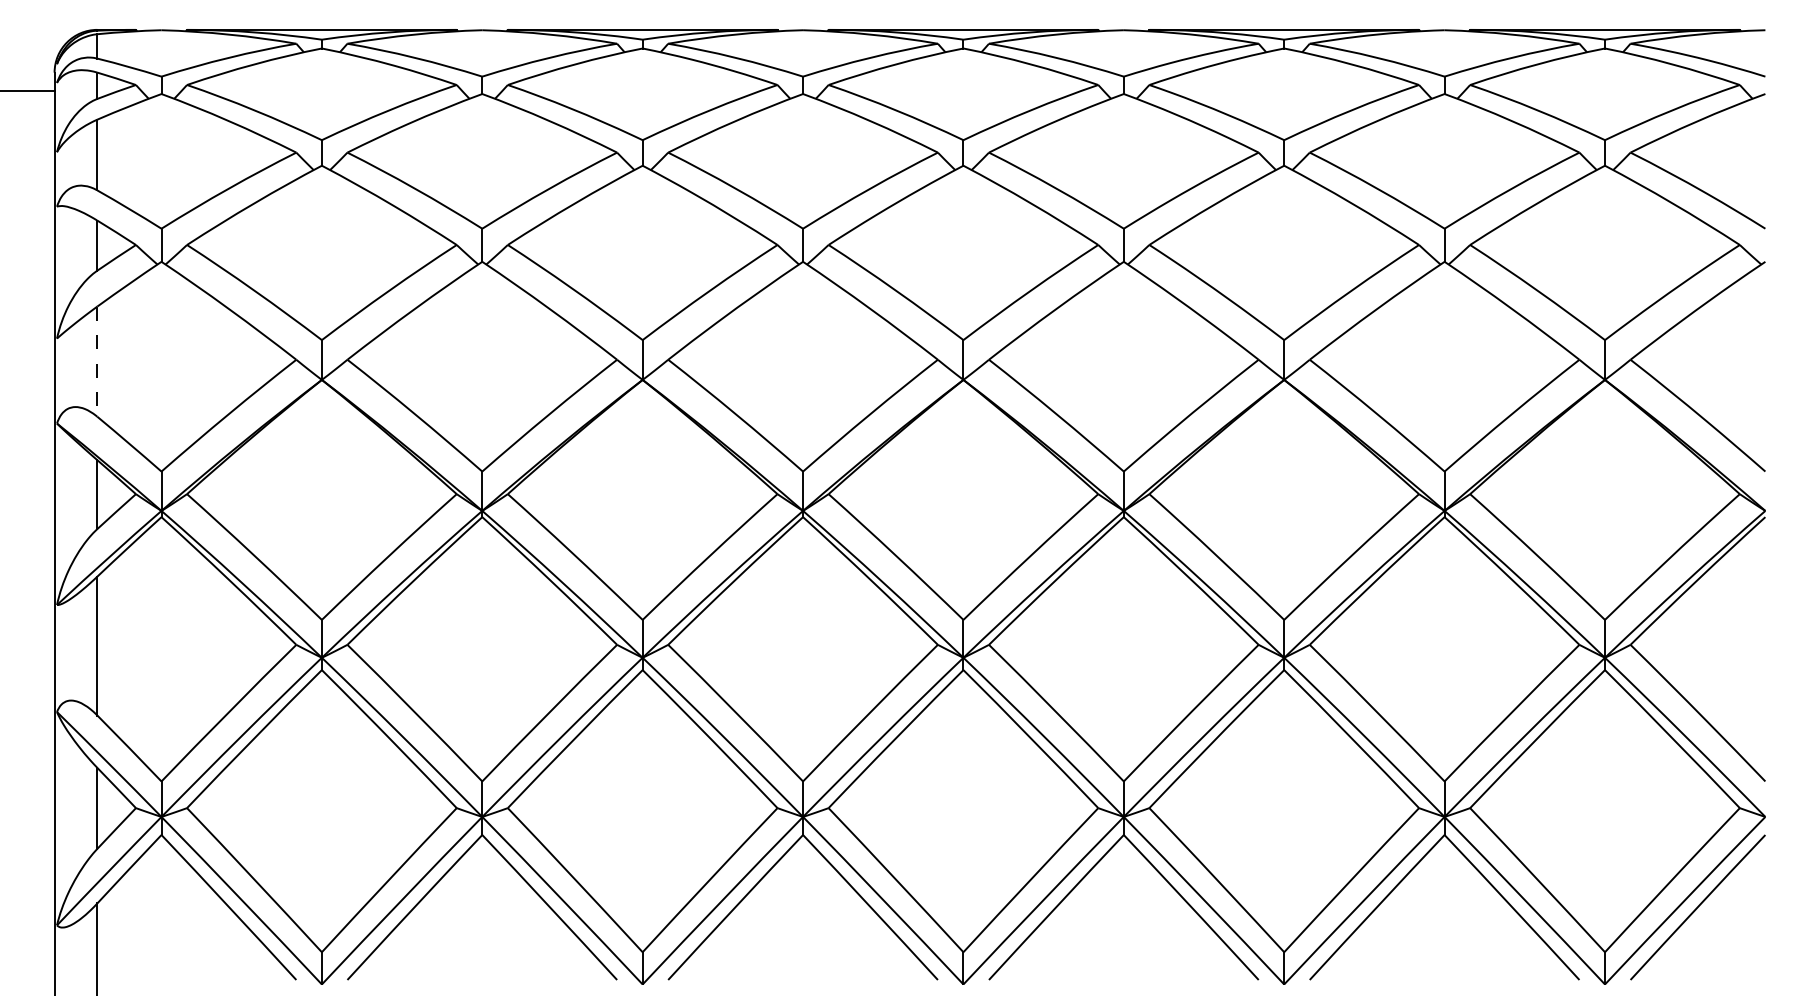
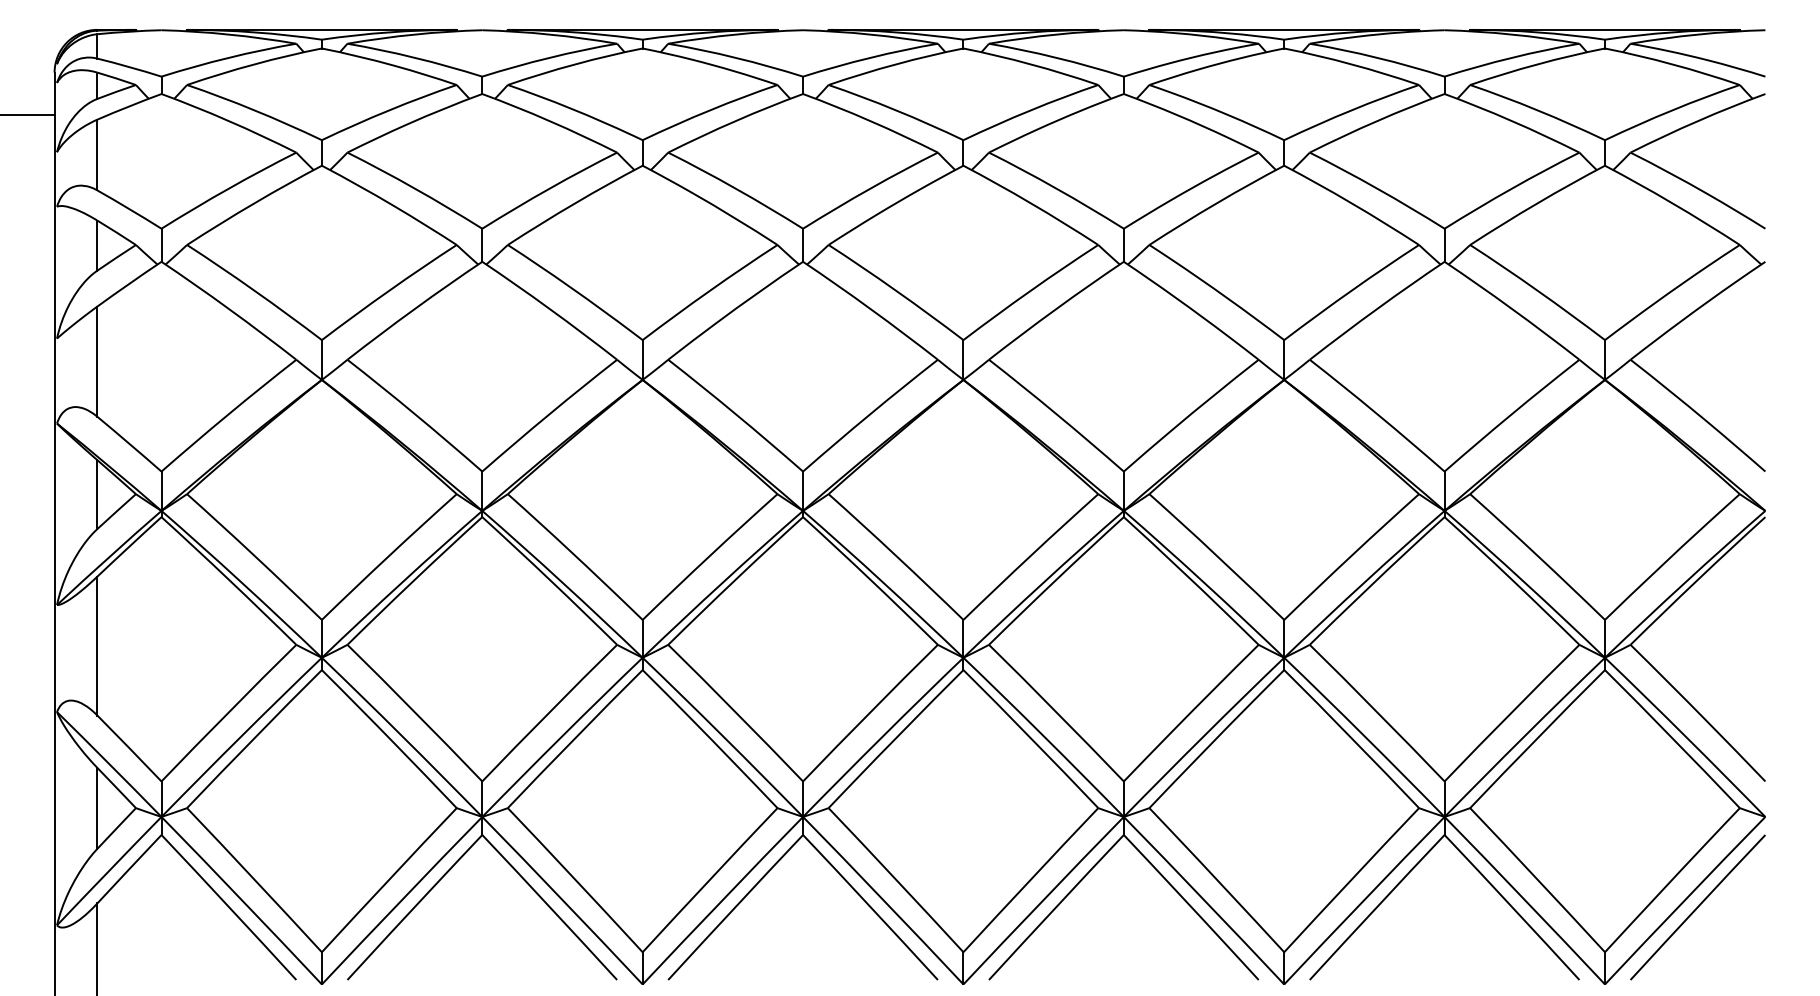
line at (28, 91) position: (28, 91) -> (28, 115)
line at (97, 362): dashed -> solid
